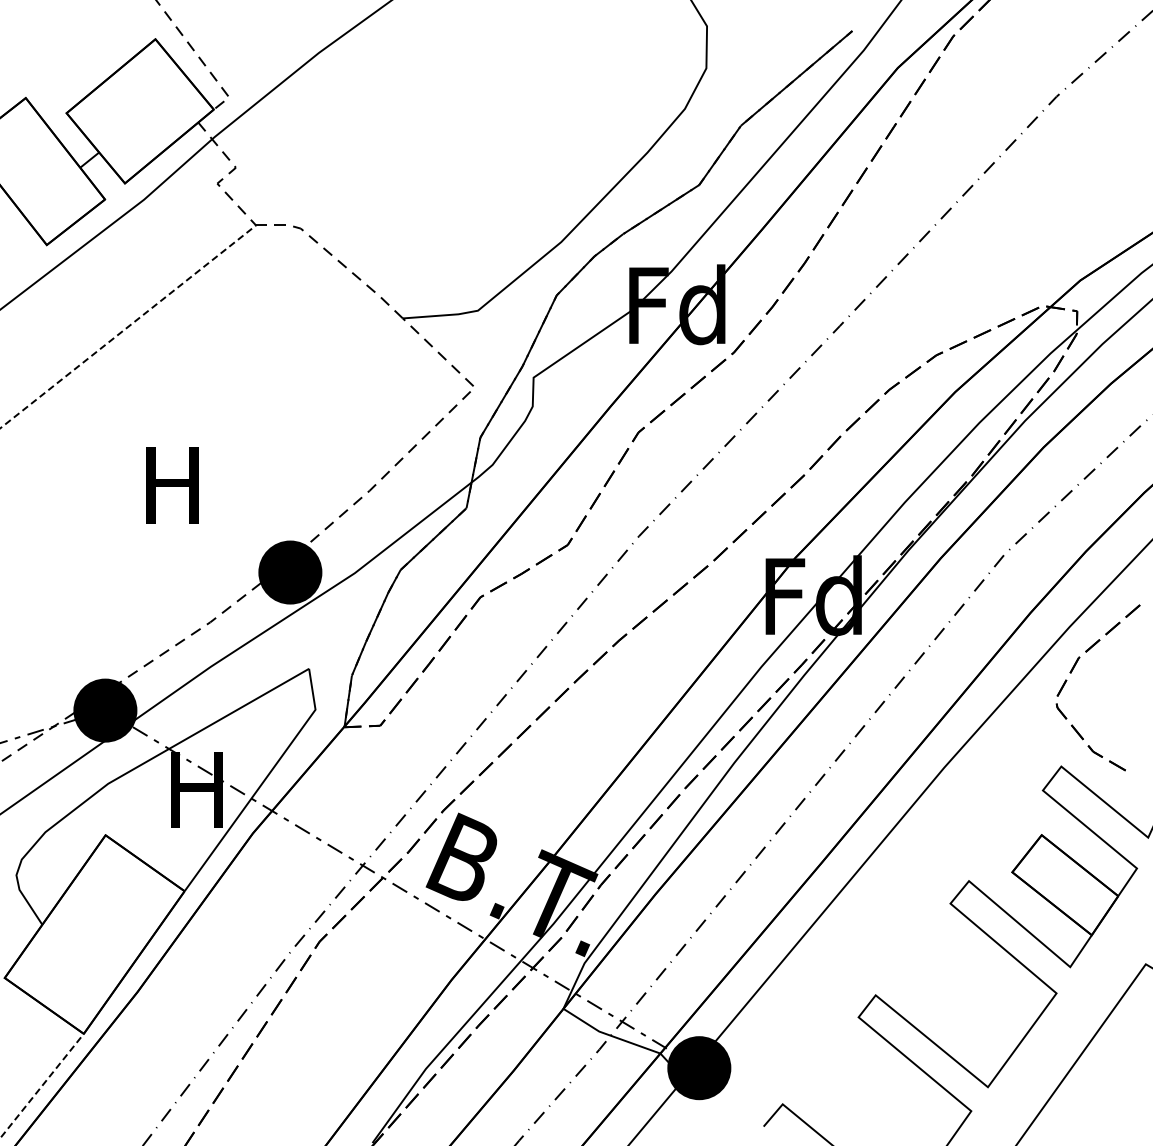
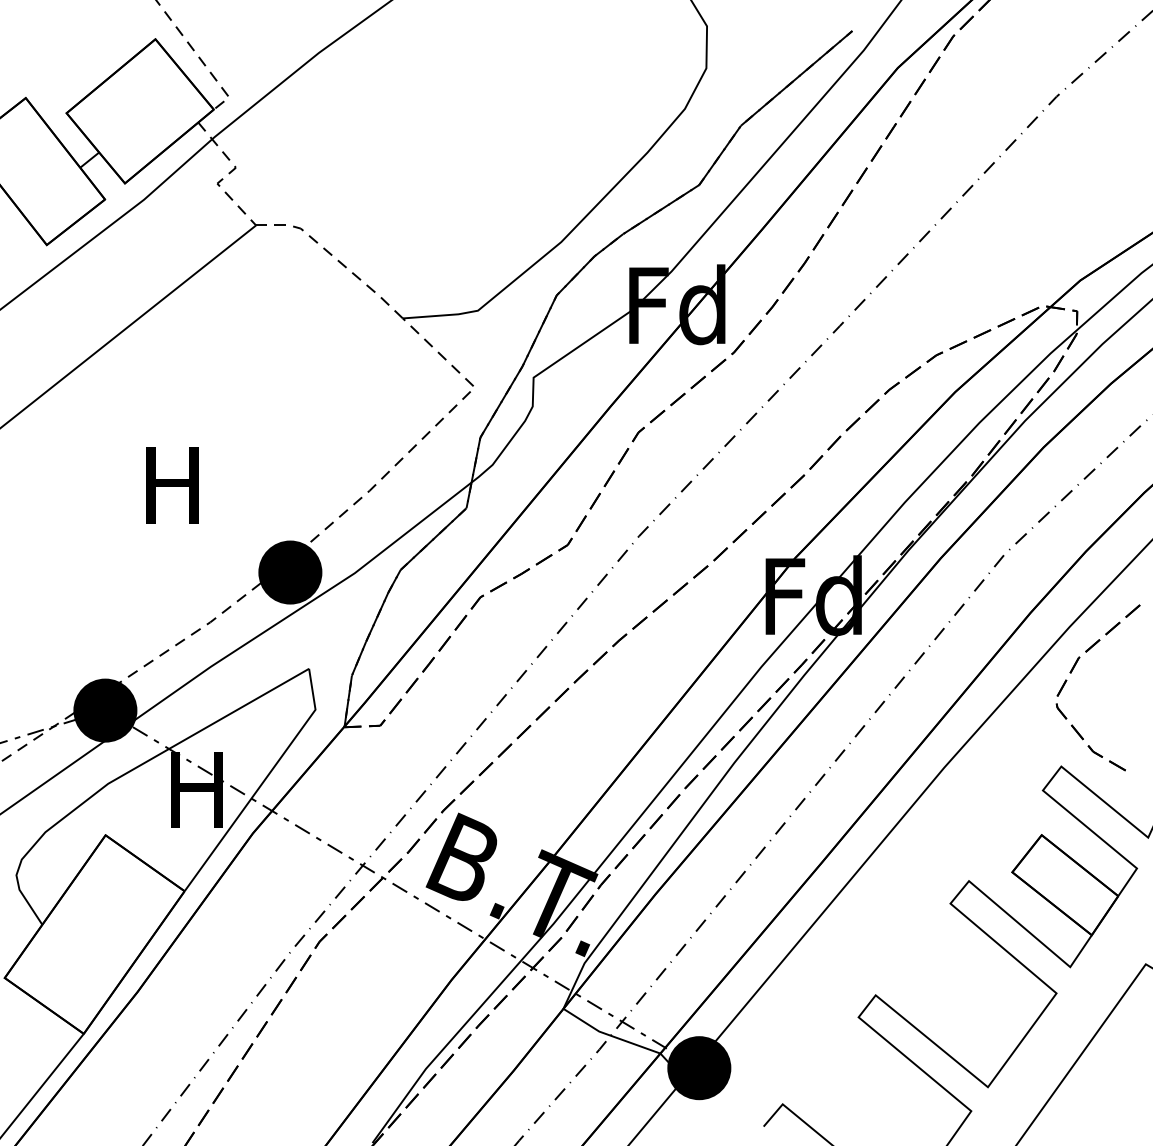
line at (128, 326): dashed -> solid
line at (42, 1086): dashed -> solid
